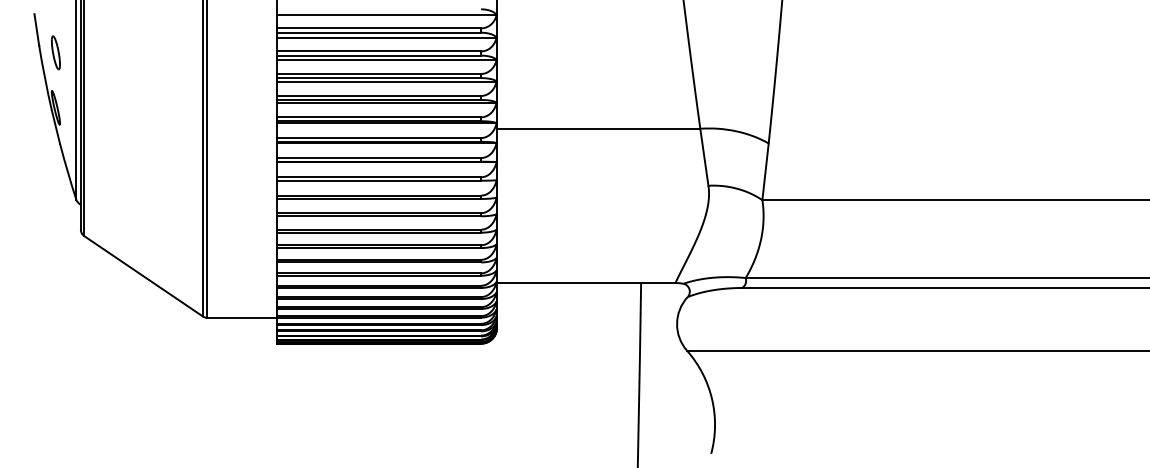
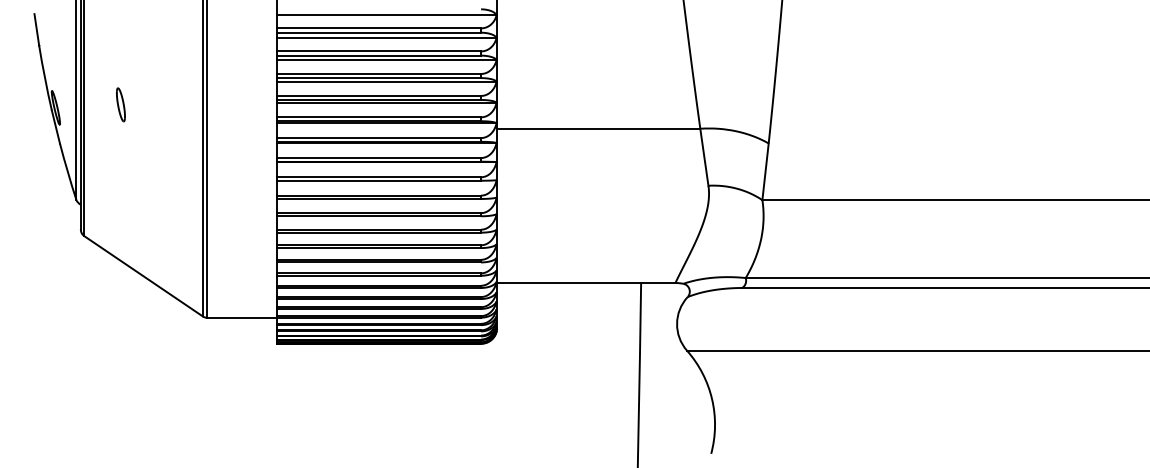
part at (55, 52) position: (55, 52) -> (120, 104)
